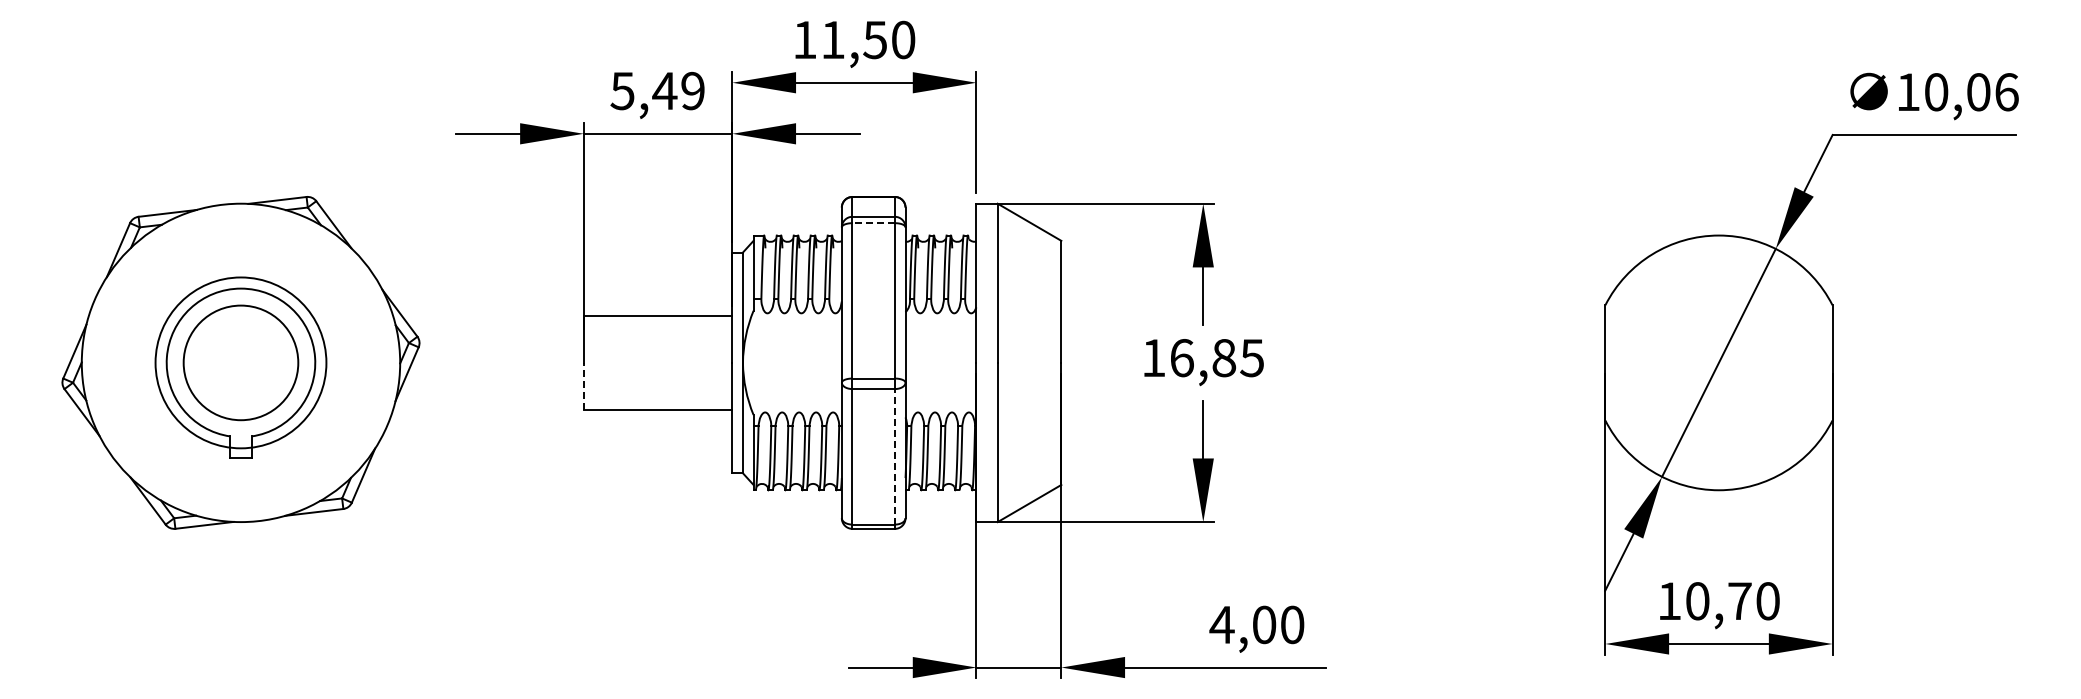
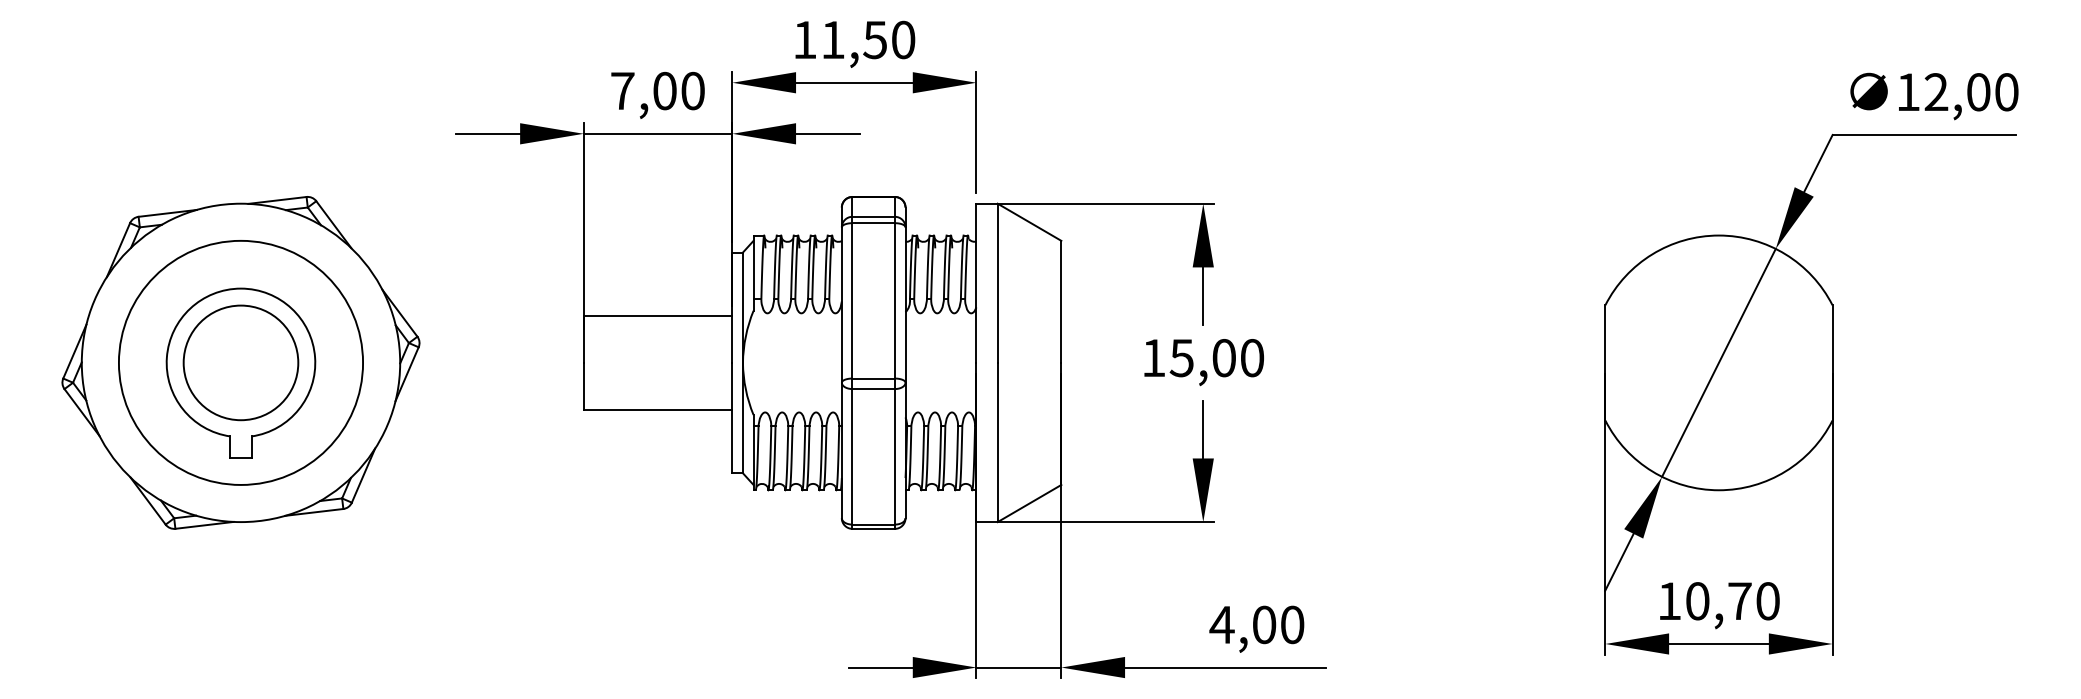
text at (657, 90): 5,49 -> 7,00
text at (1971, 92): 10,06 -> 12,00
line at (873, 223): dashed -> solid
text at (1216, 358): 16,85 -> 15,00
circle at (240, 362) diameter: 171 px -> 244 px
line at (583, 385): dashed -> solid
line at (894, 456): dashed -> solid
